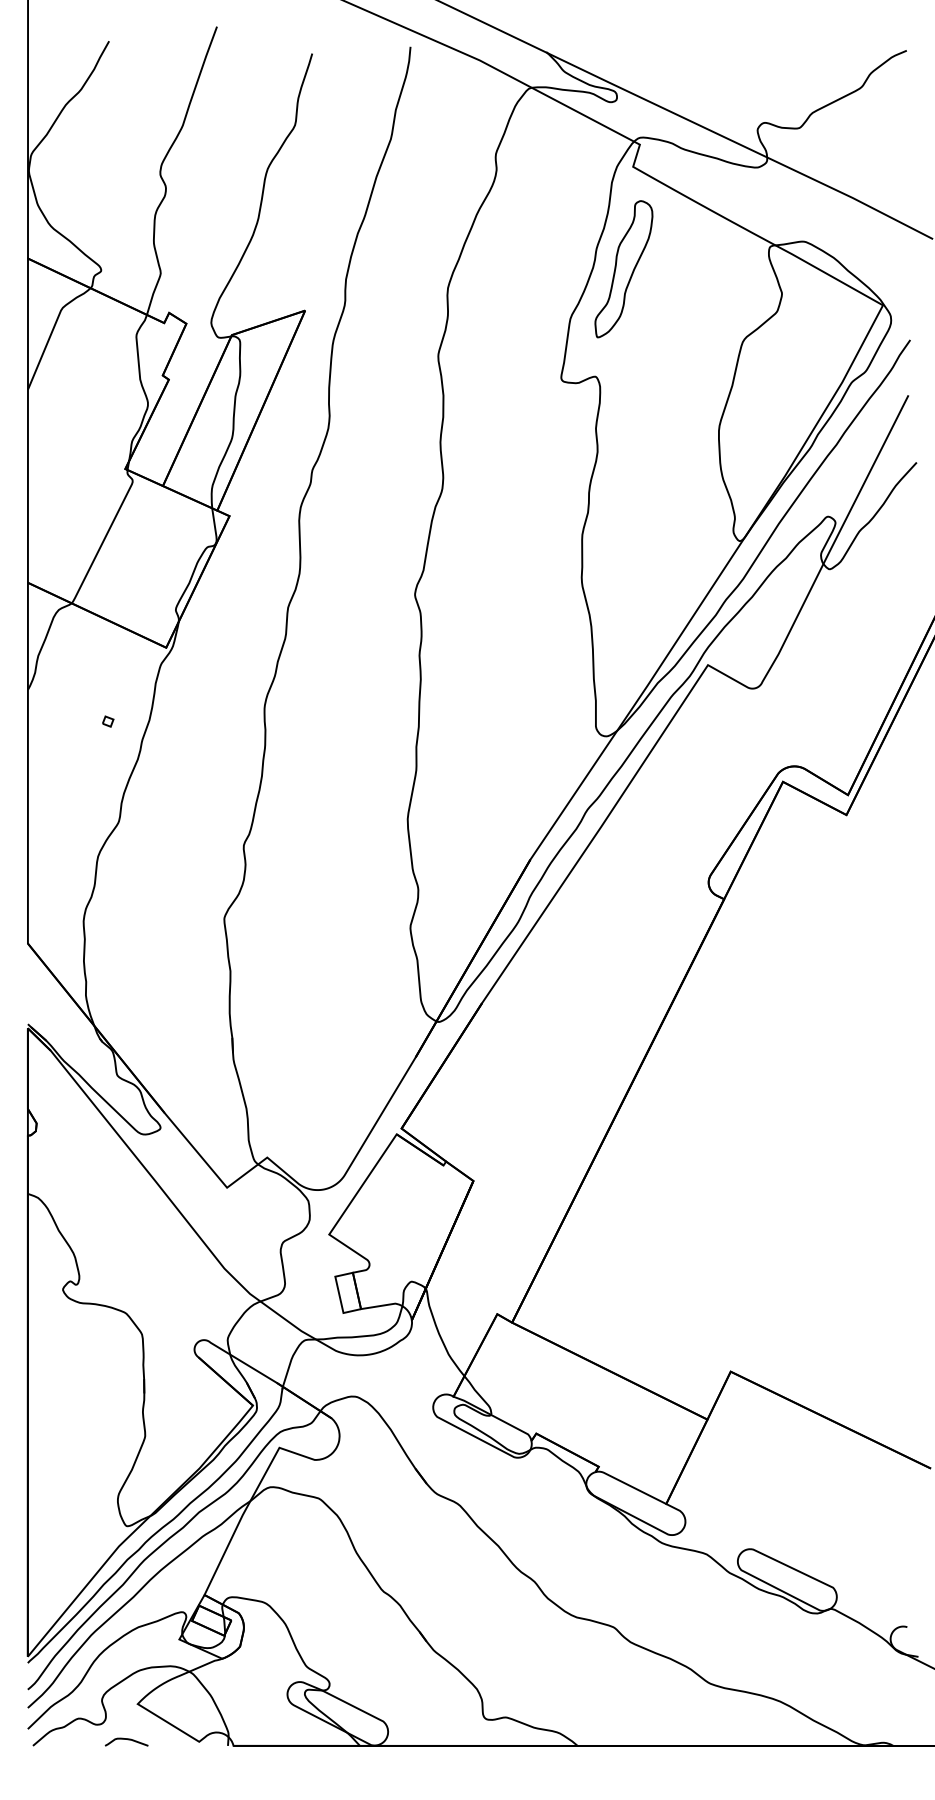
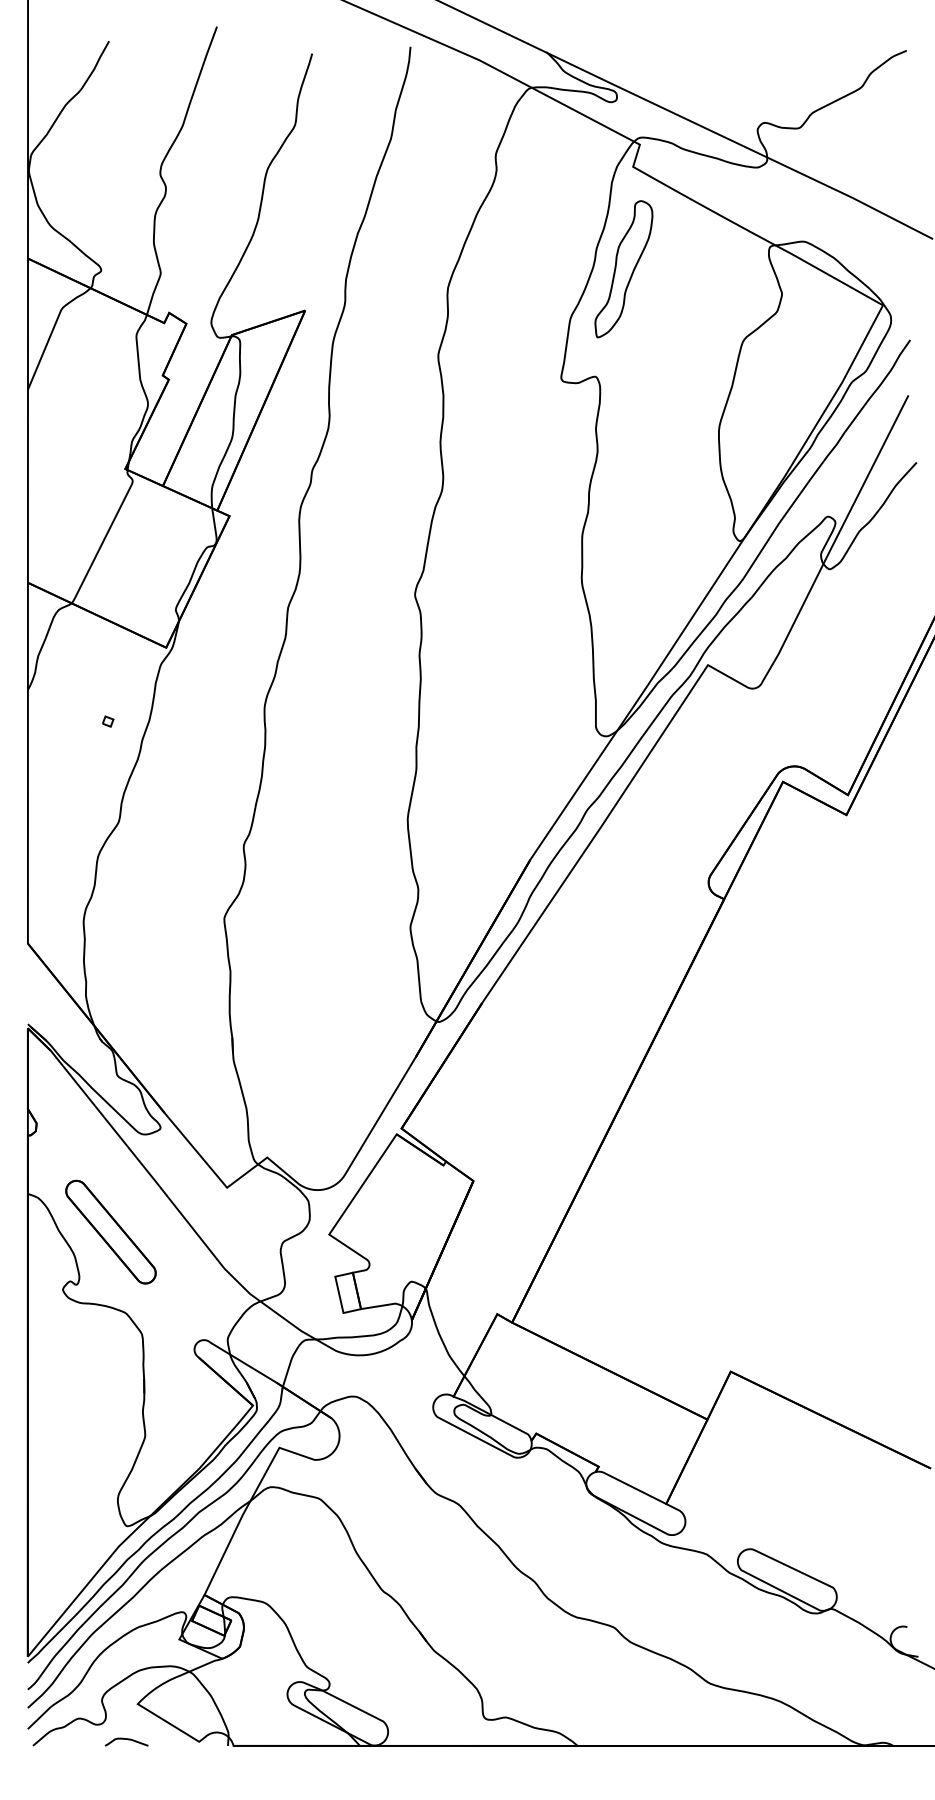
part at (110, 1231): none -> present
